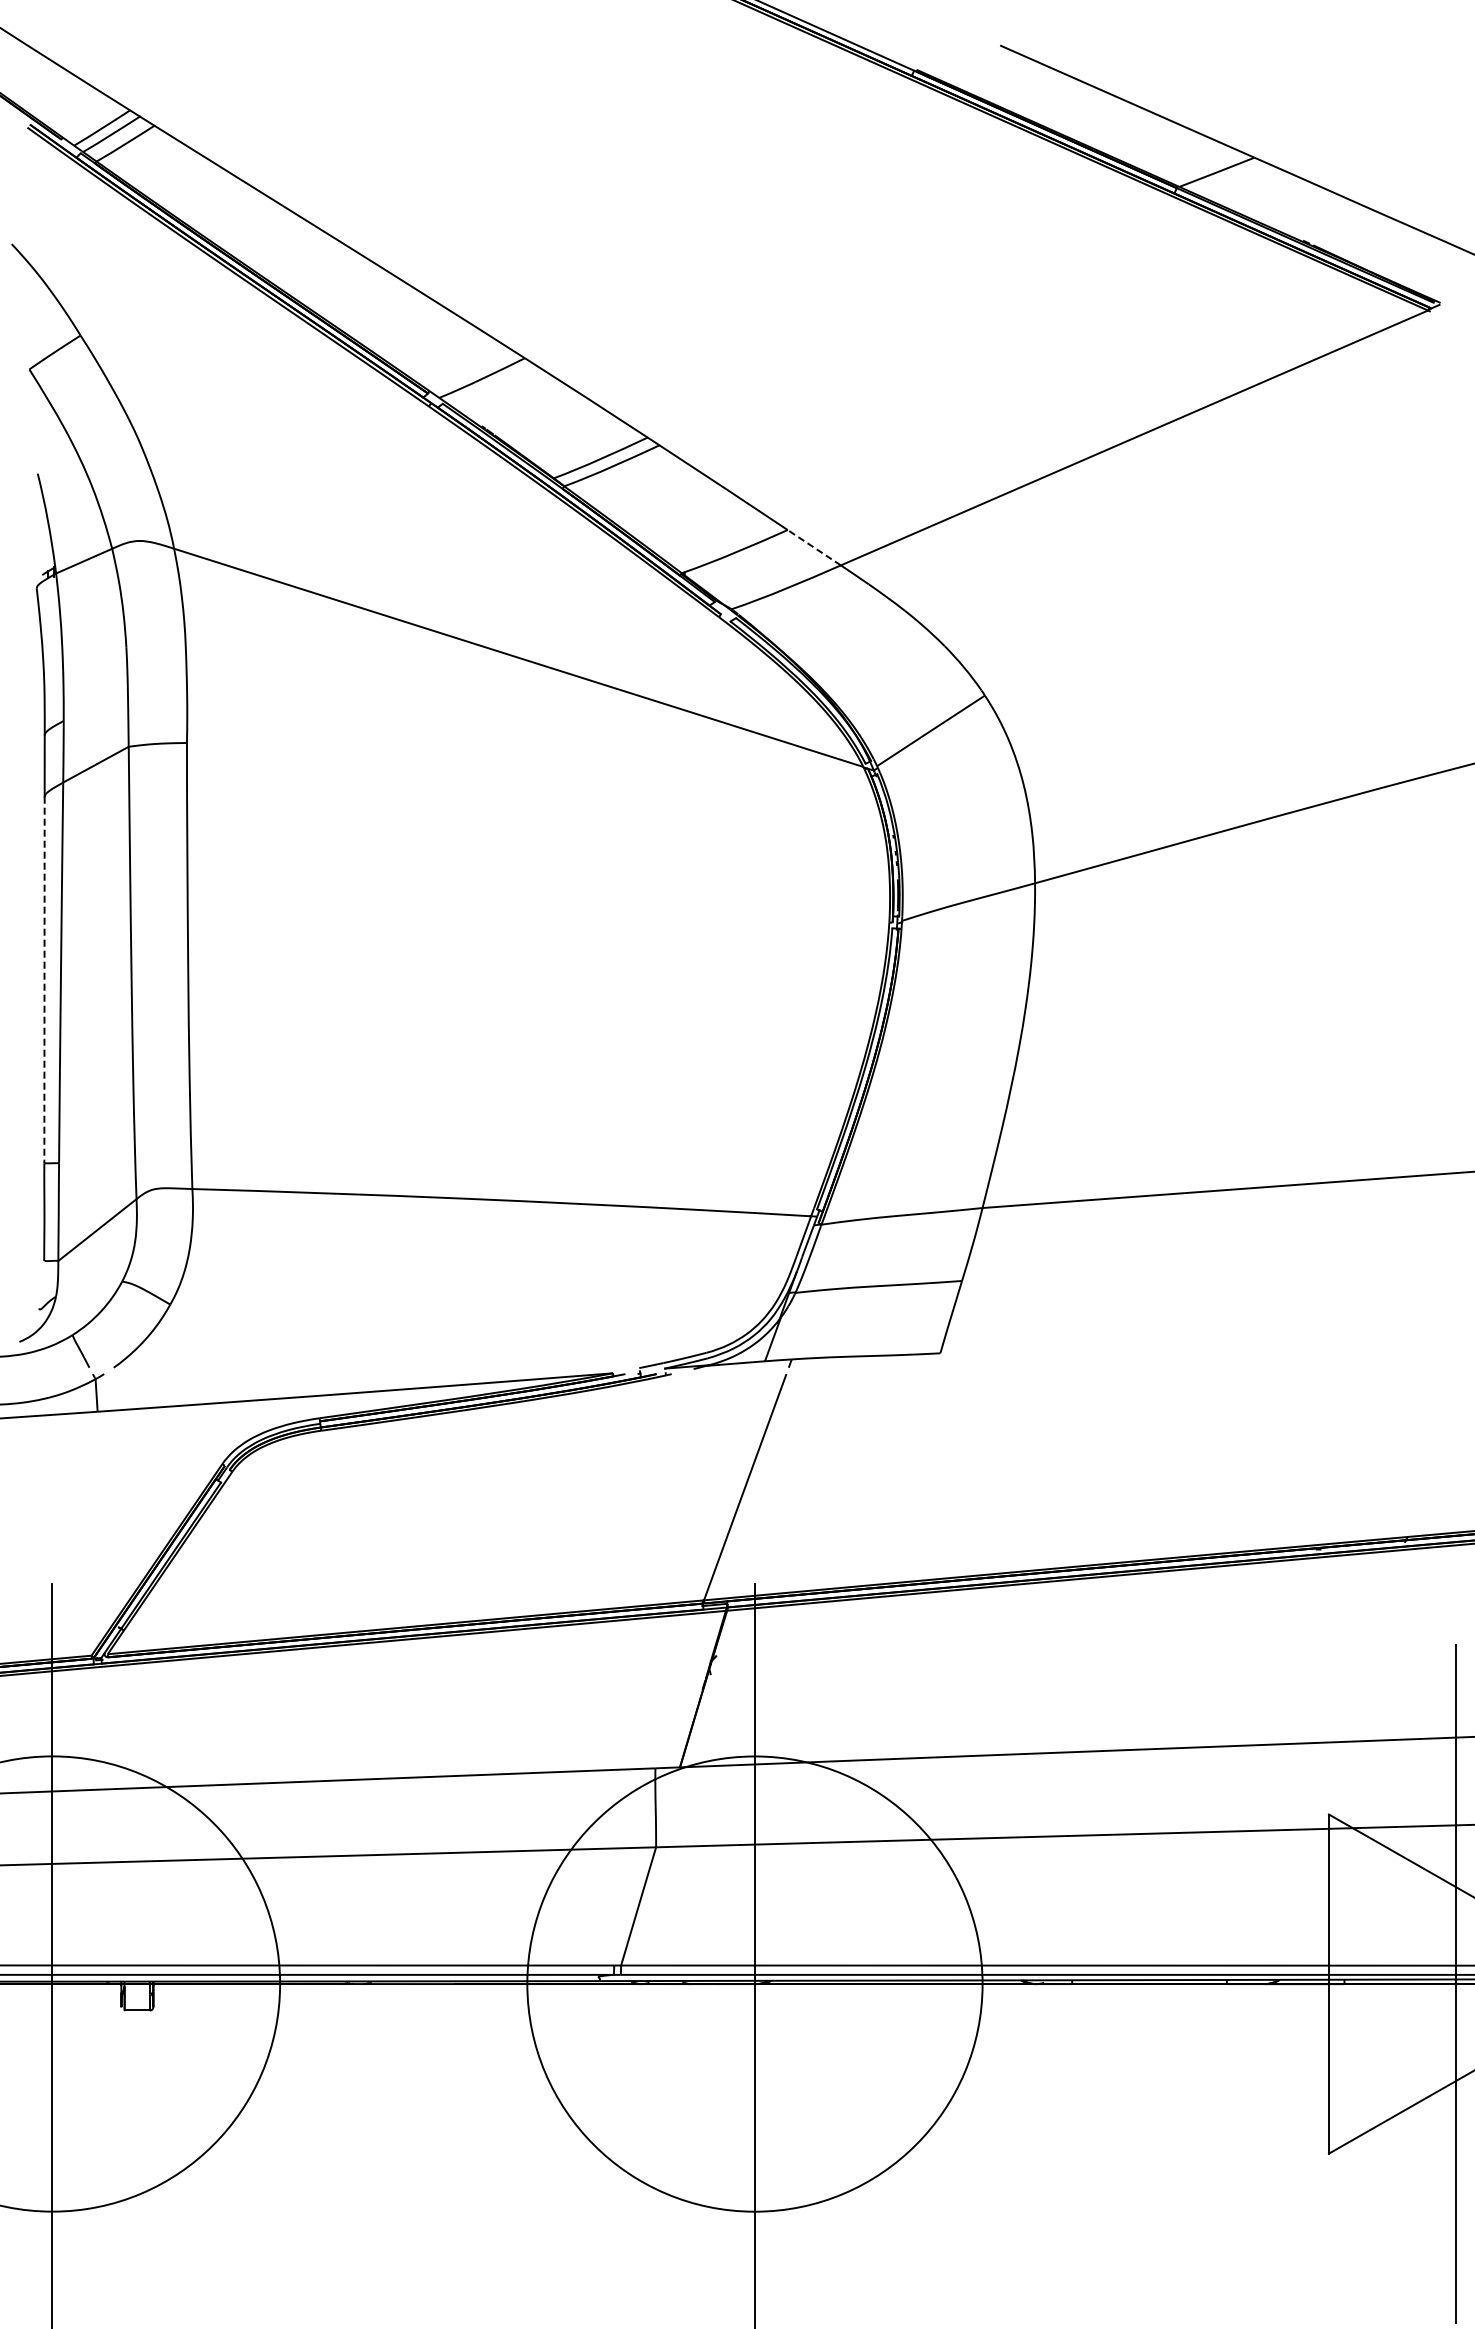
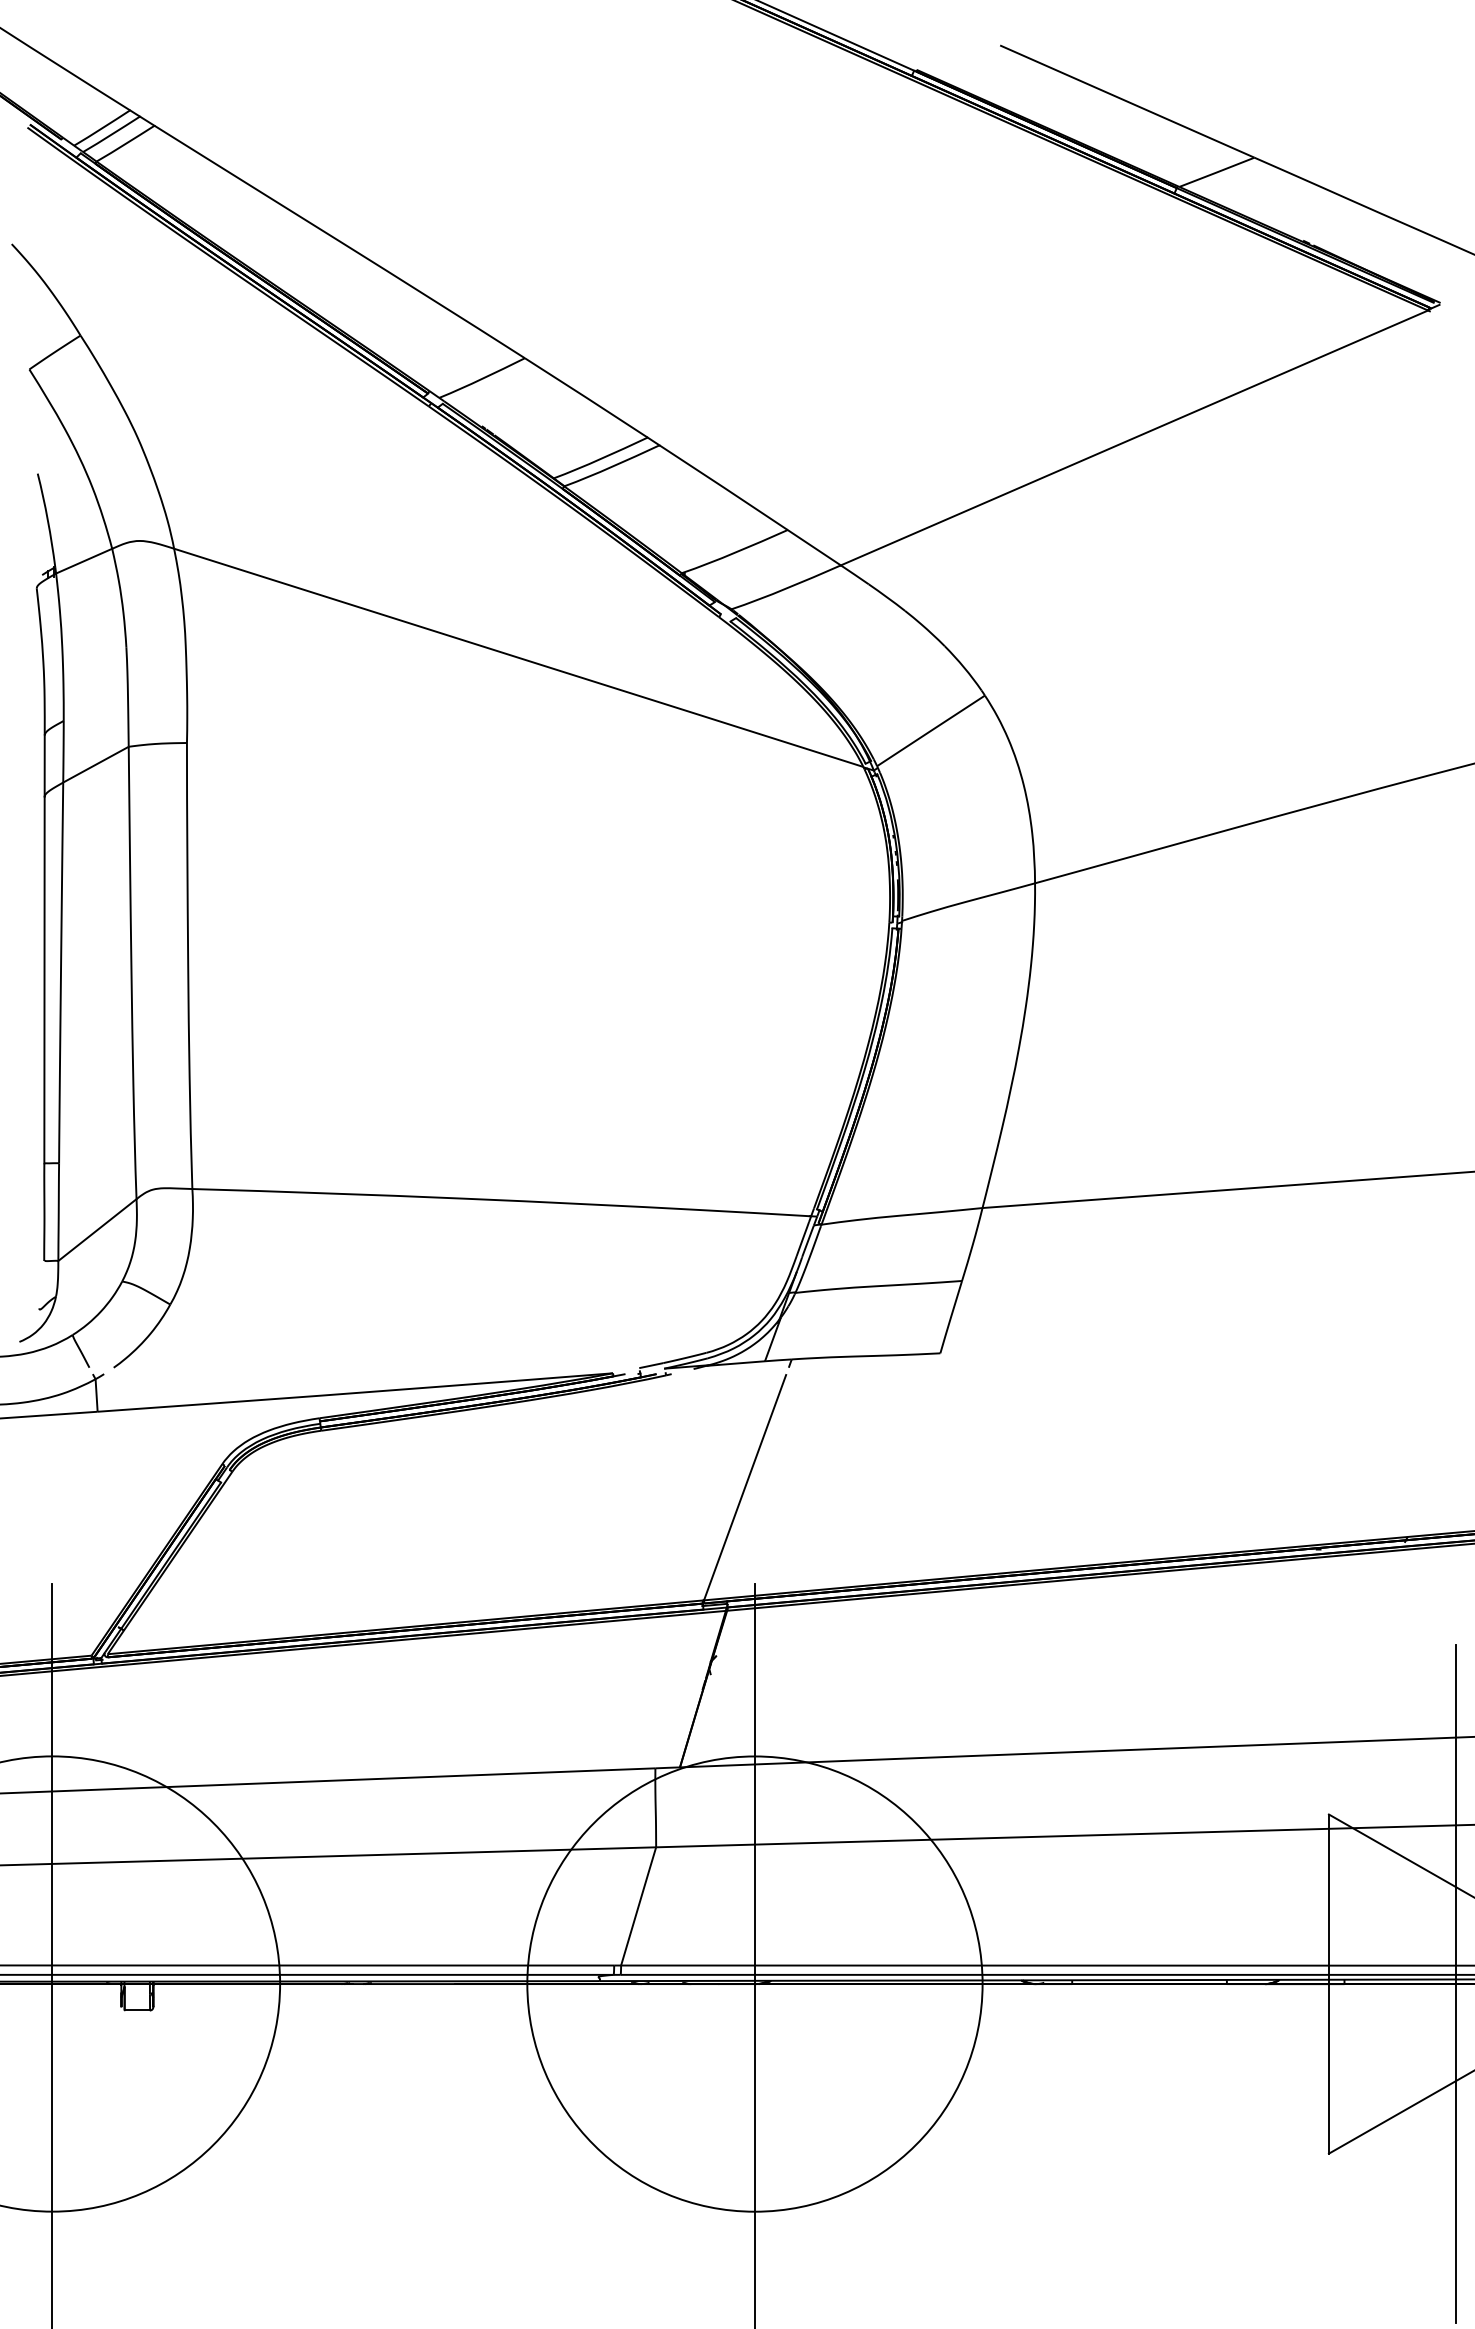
line at (814, 547): dashed -> solid
line at (44, 980): dashed -> solid
